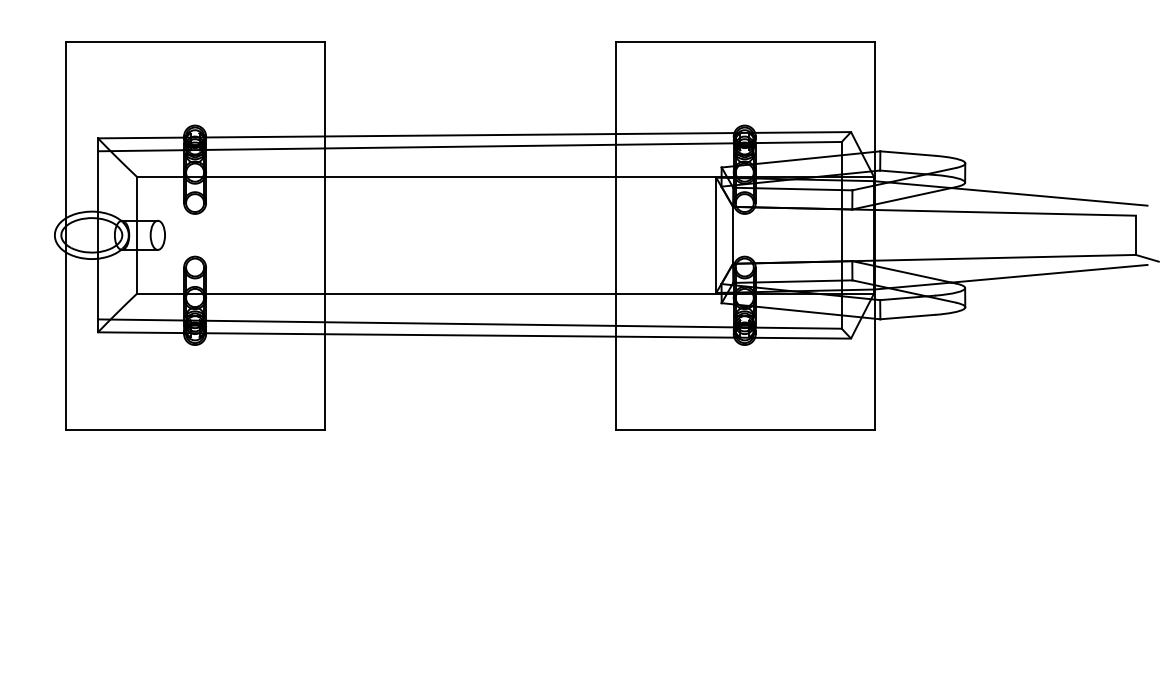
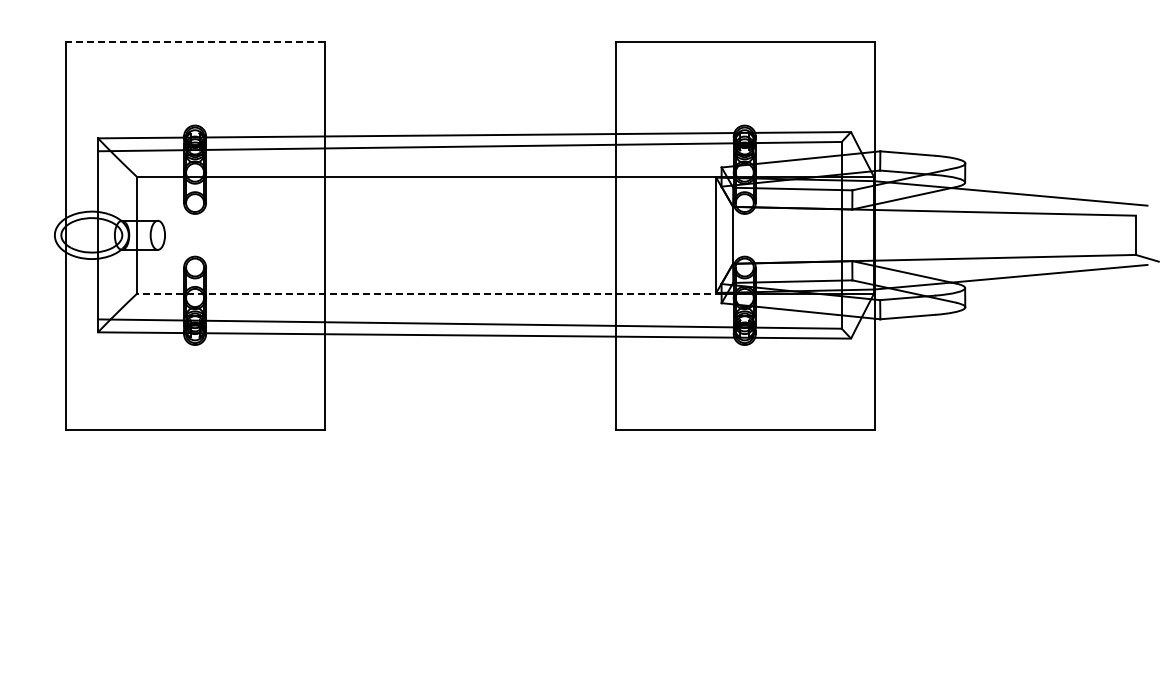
line at (195, 41): solid -> dashed
line at (428, 293): solid -> dashed
